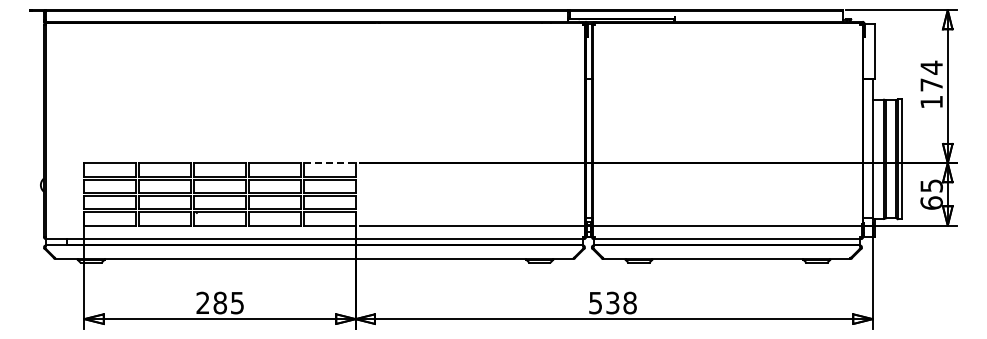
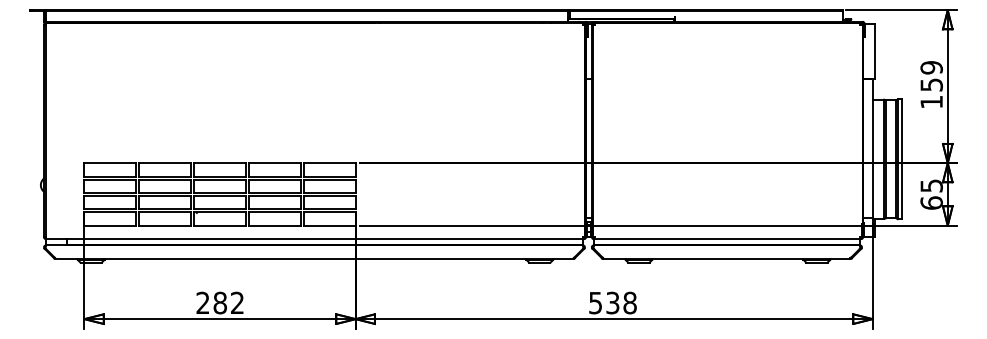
text at (931, 75): 174 -> 159
line at (329, 163): dashed -> solid
text at (237, 302): 285 -> 282
